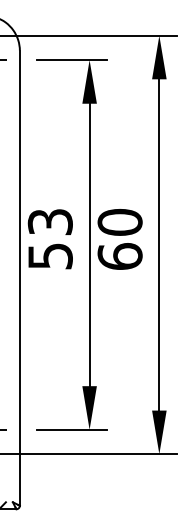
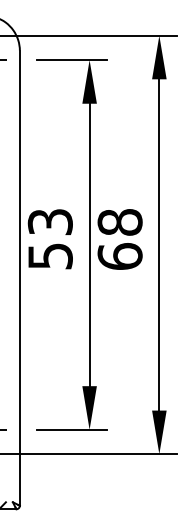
text at (119, 221): 60 -> 68
